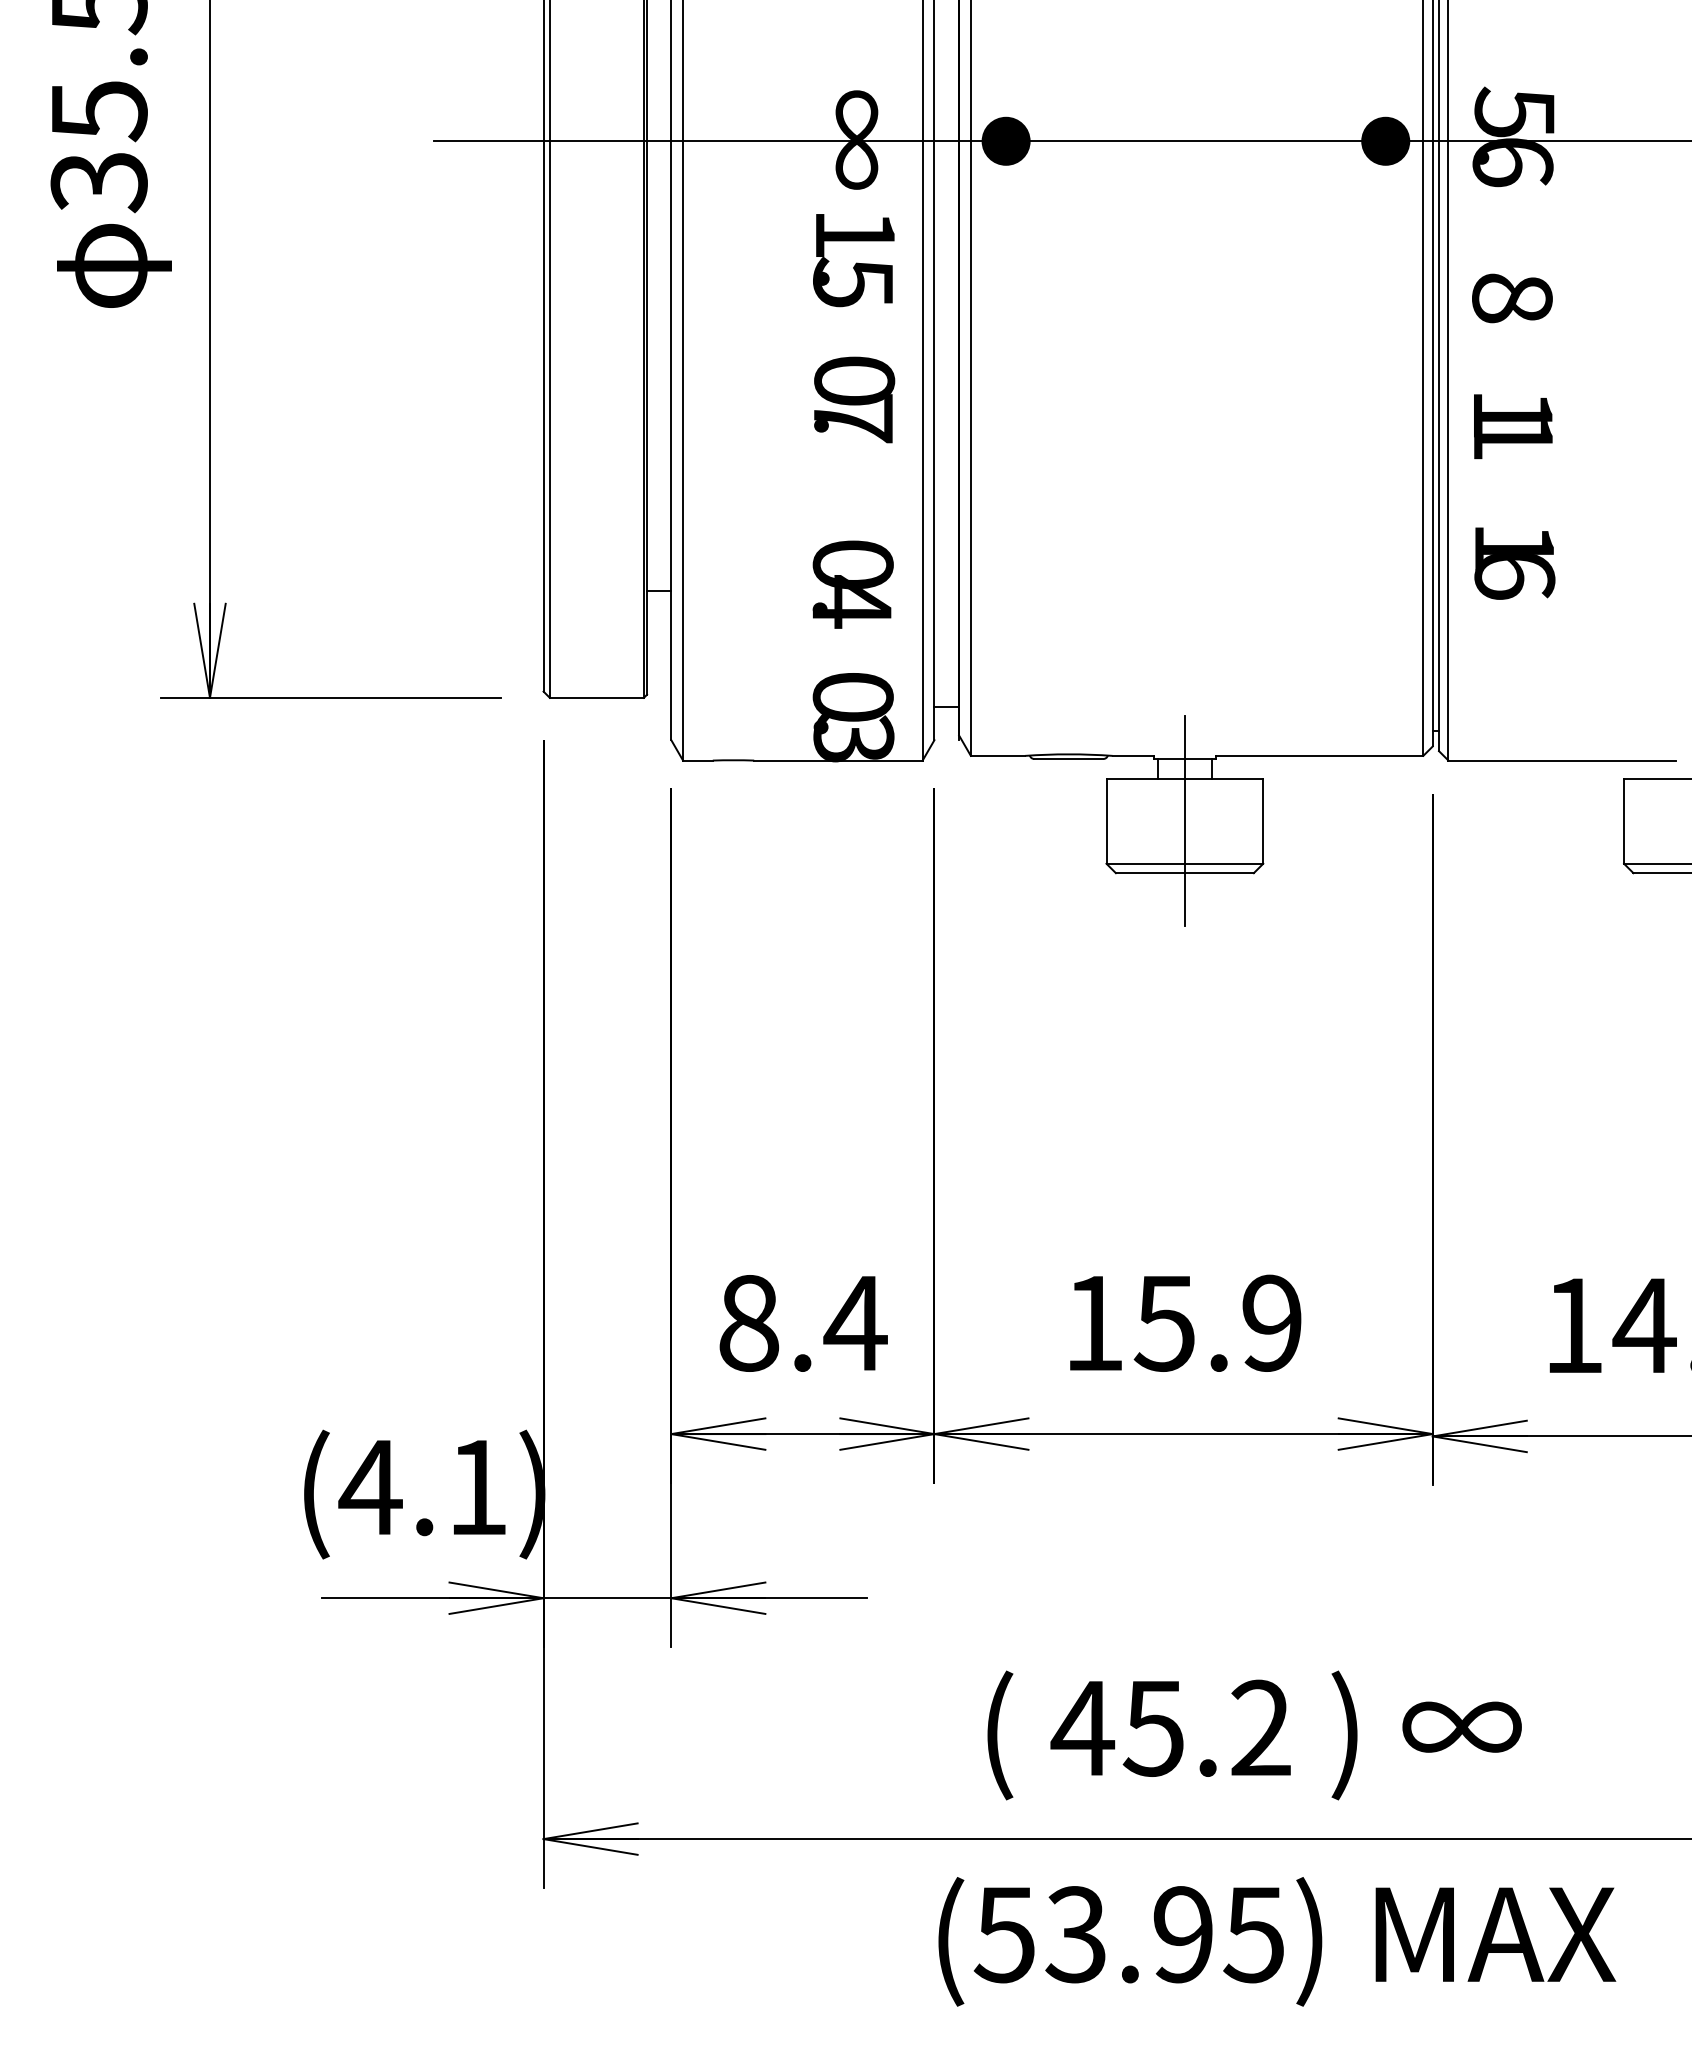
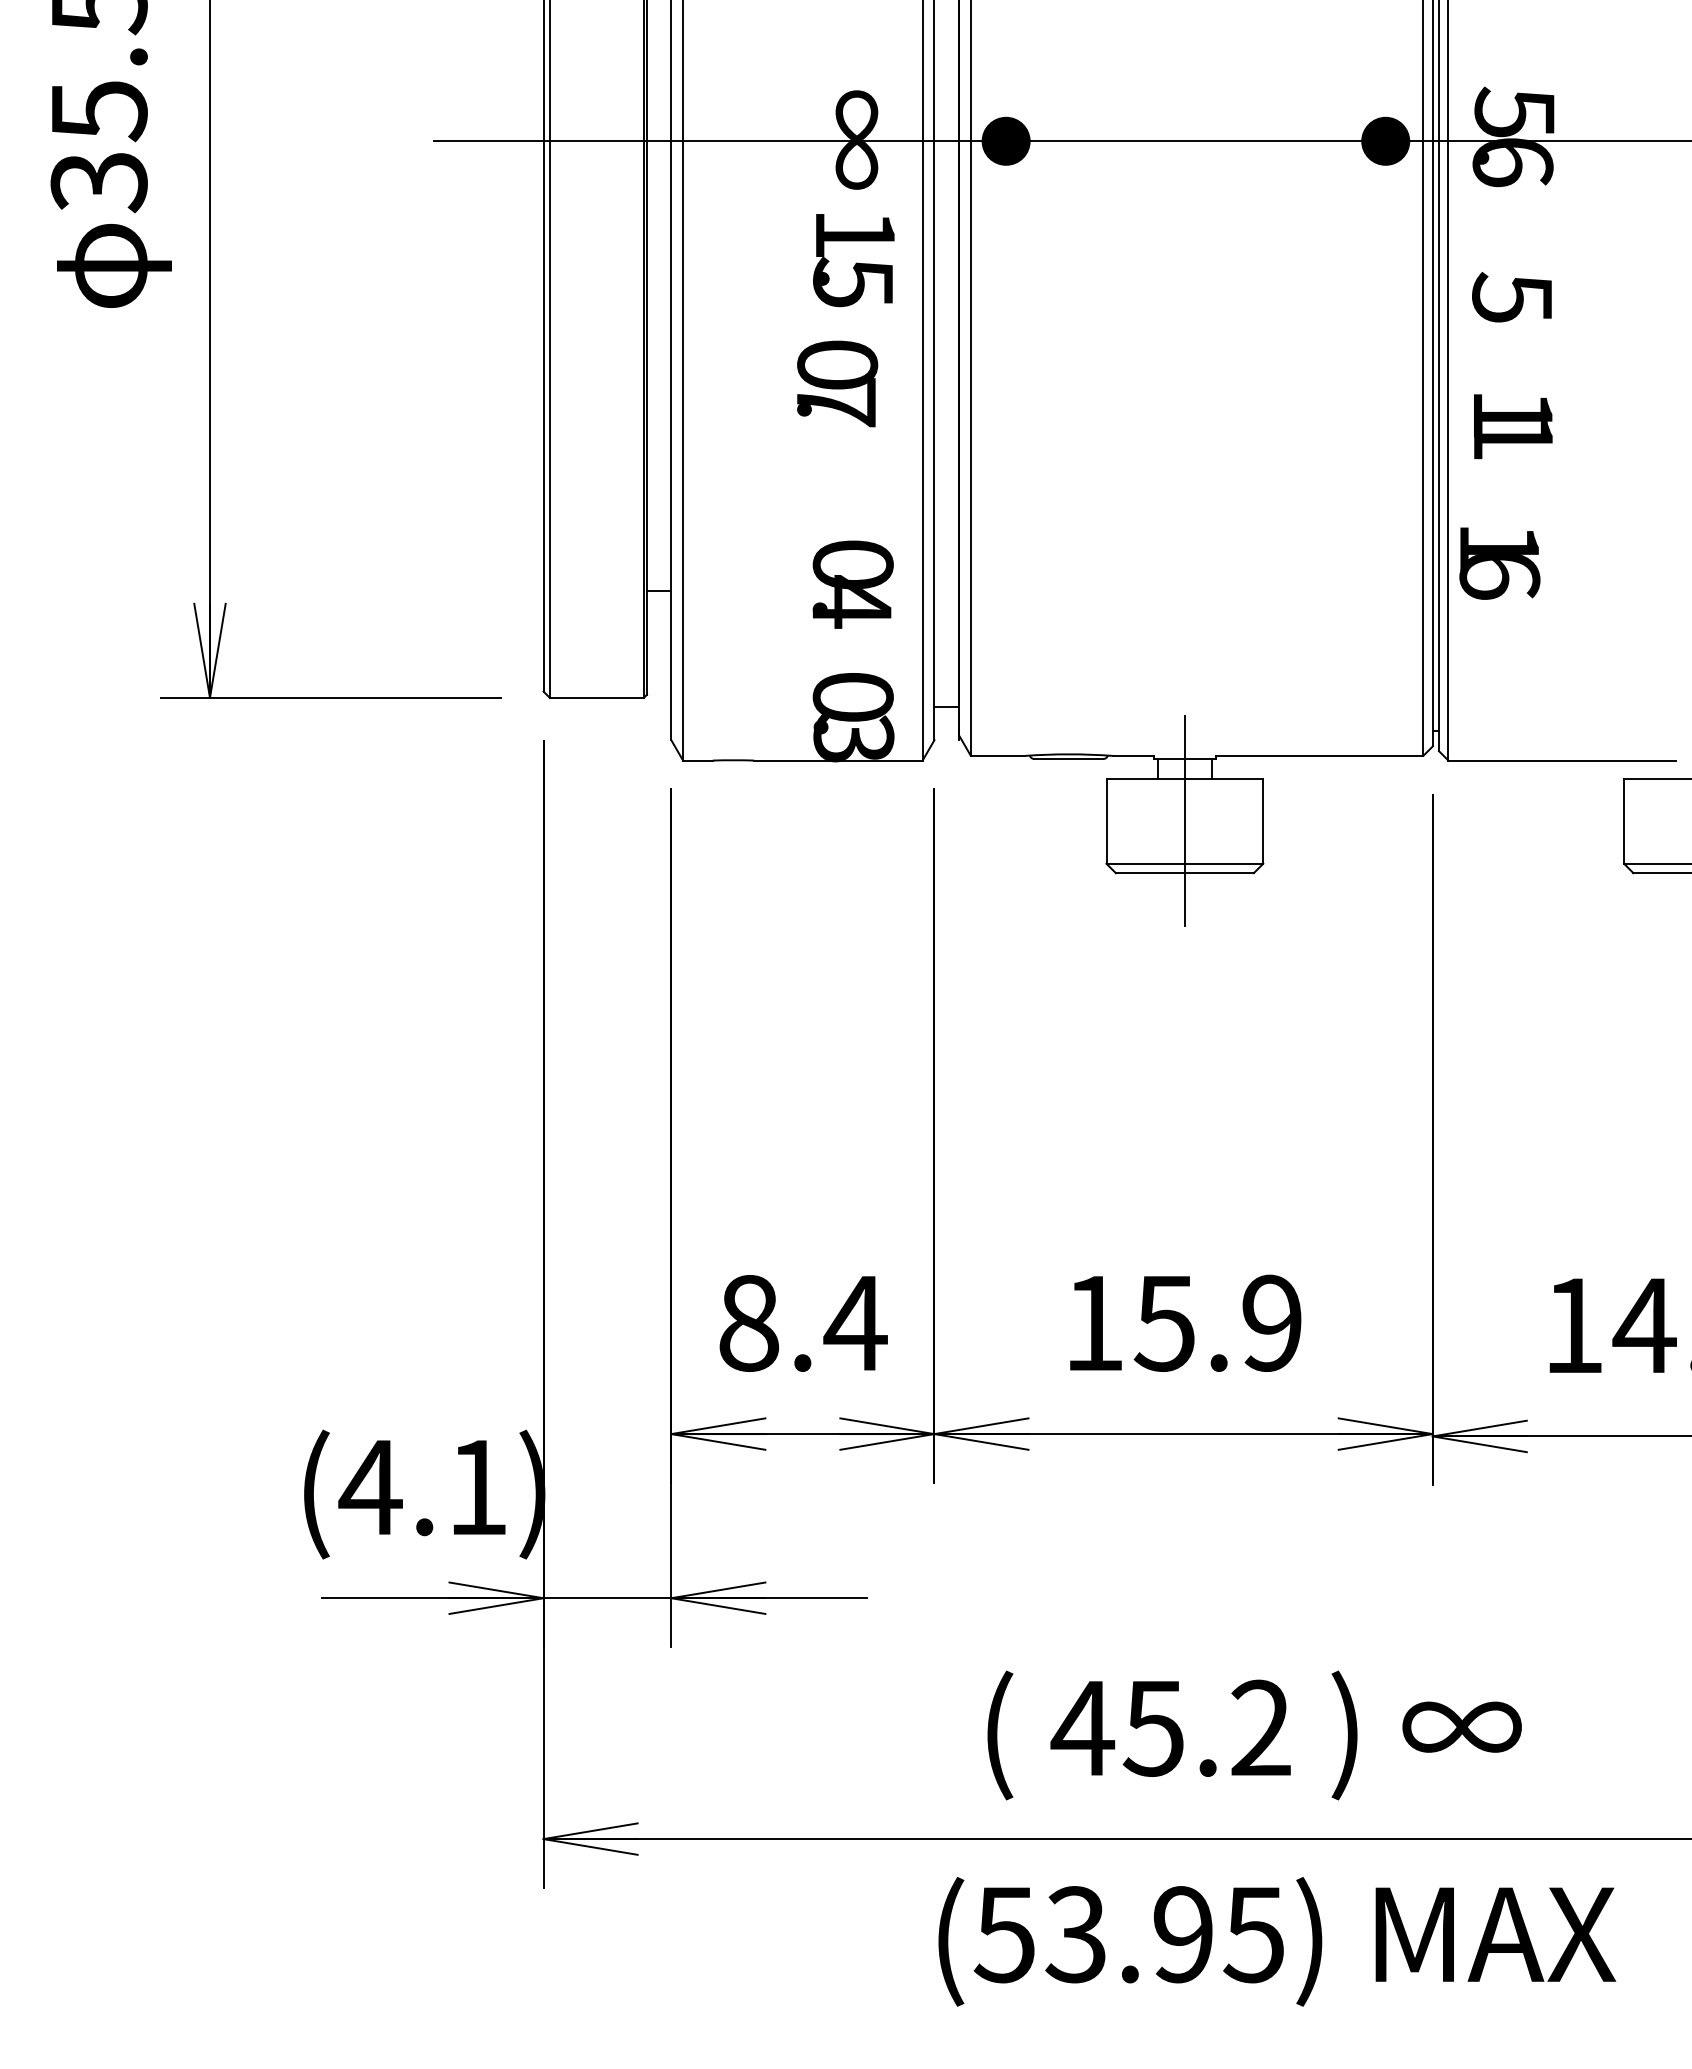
text at (1512, 297): 8 -> 5
text at (854, 399) position: (854, 399) -> (837, 383)
text at (1514, 563) position: (1514, 563) -> (1499, 563)
